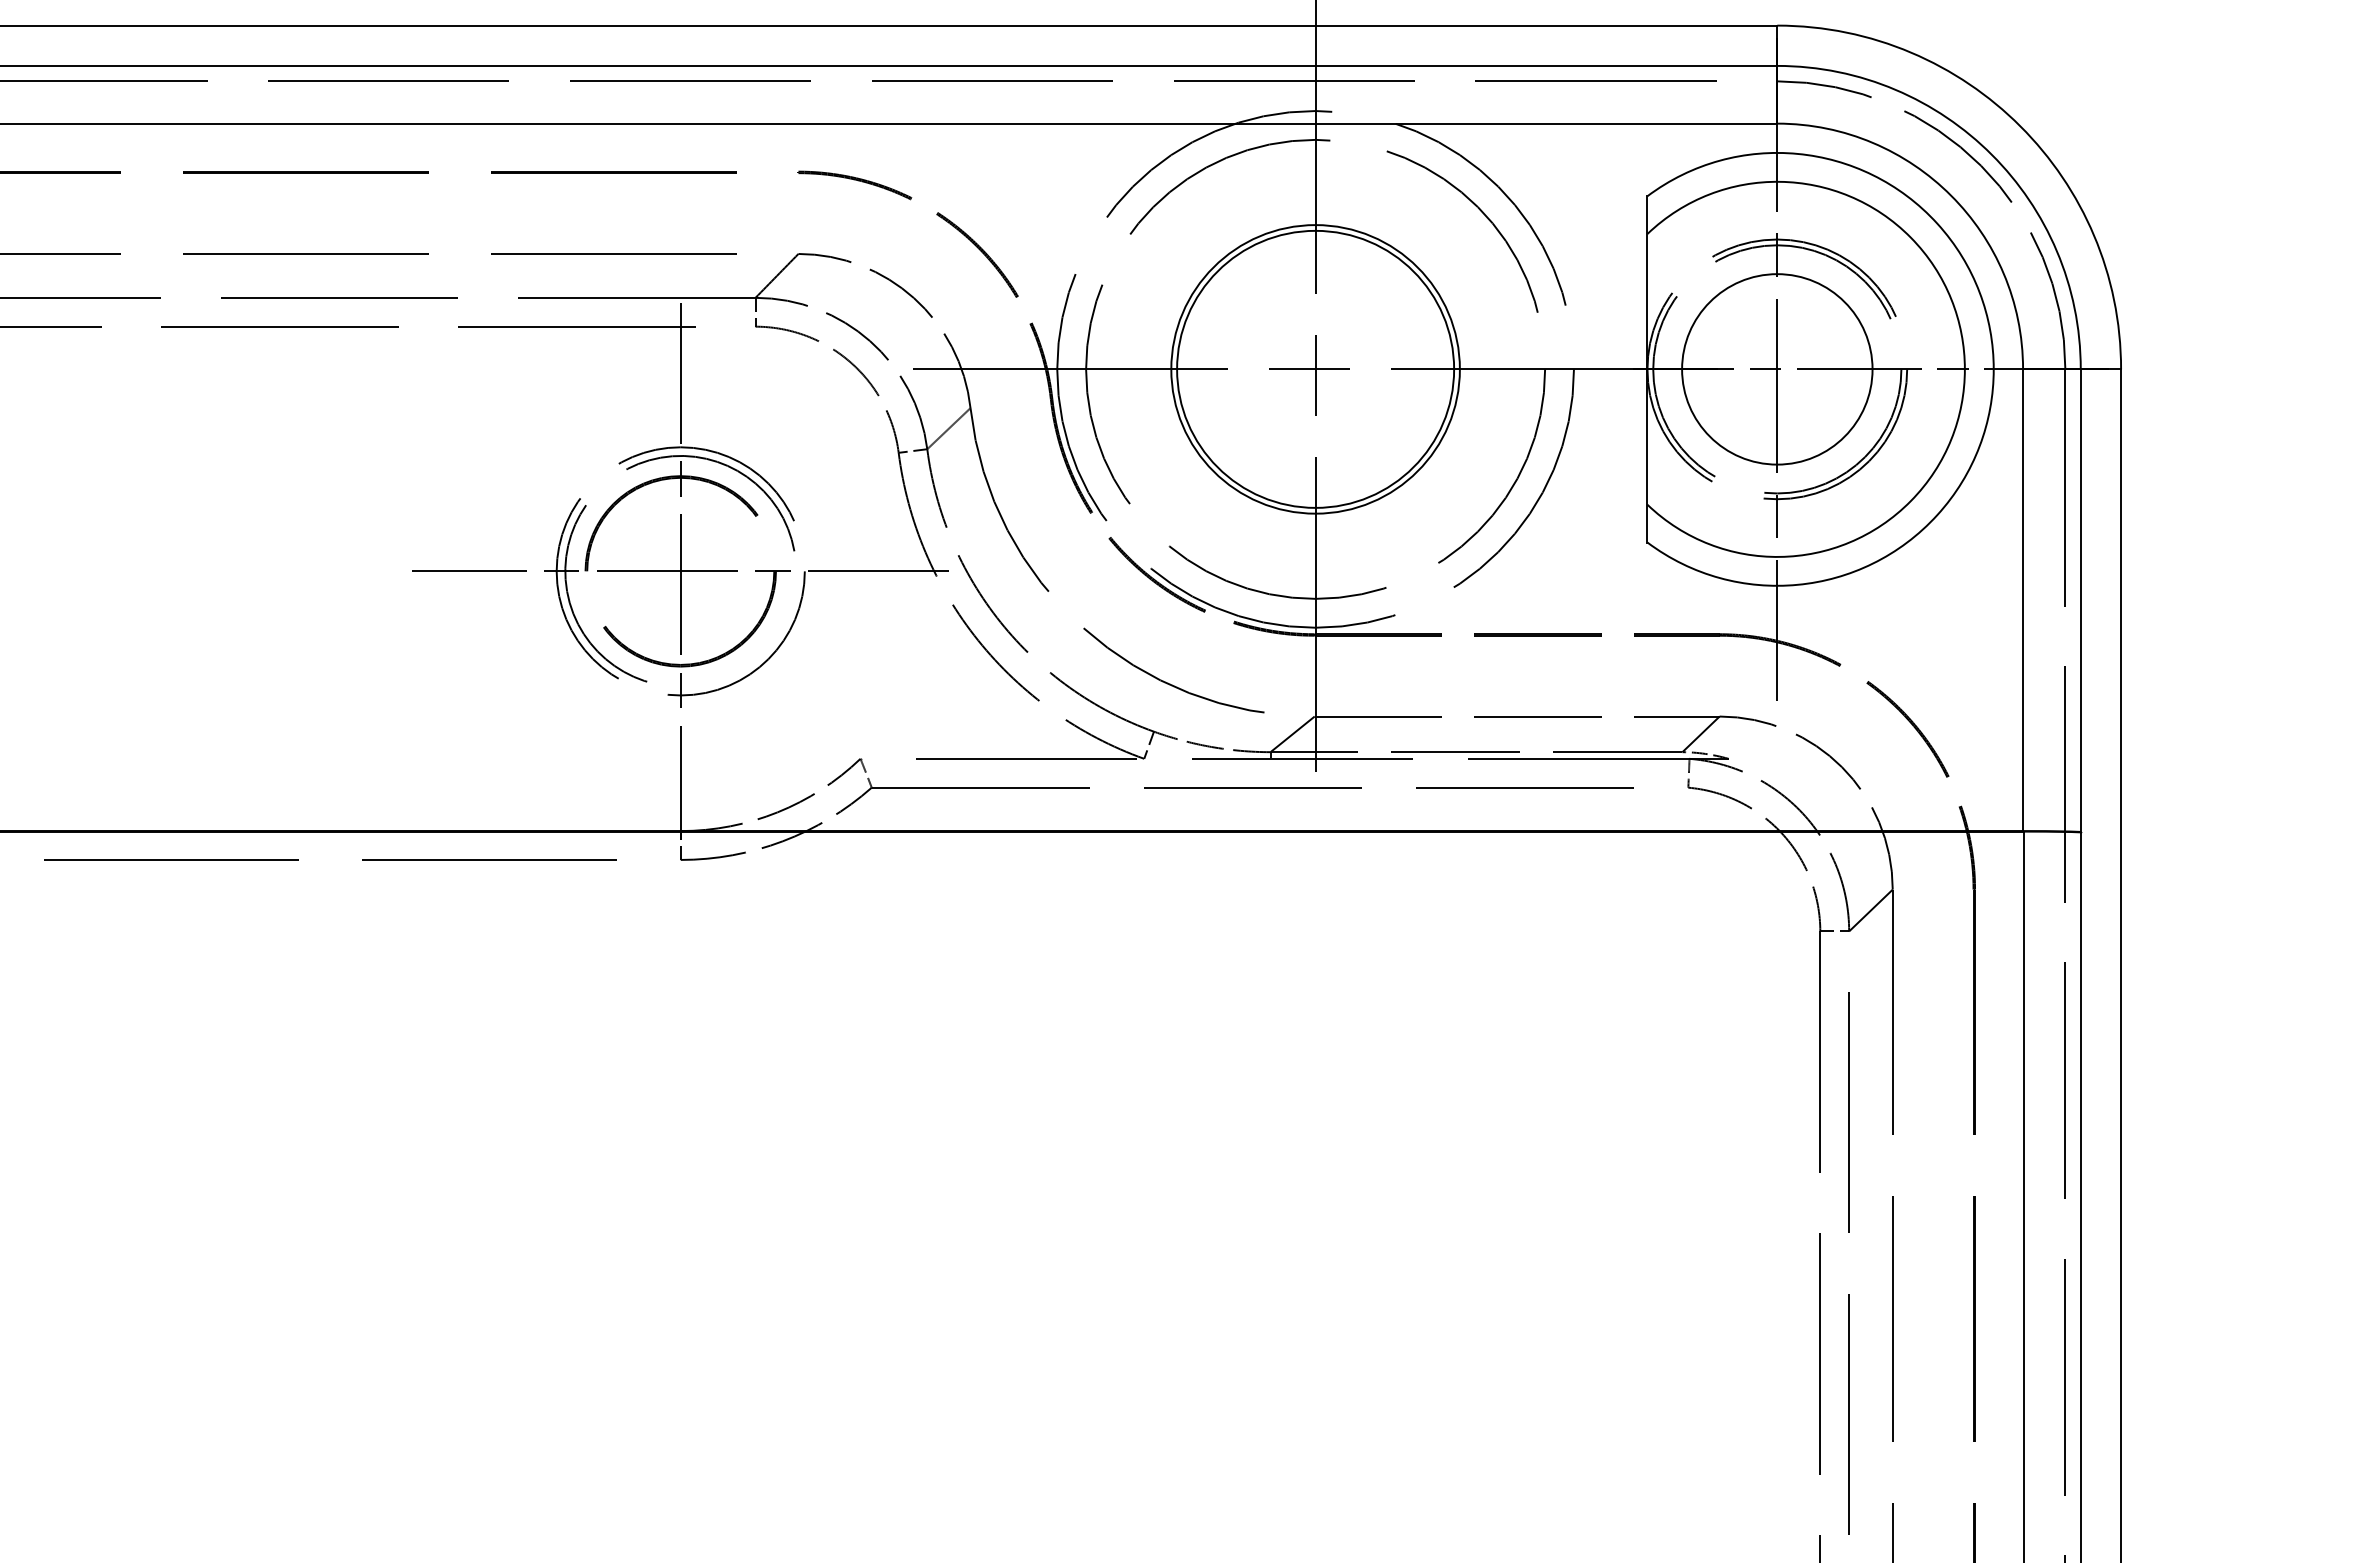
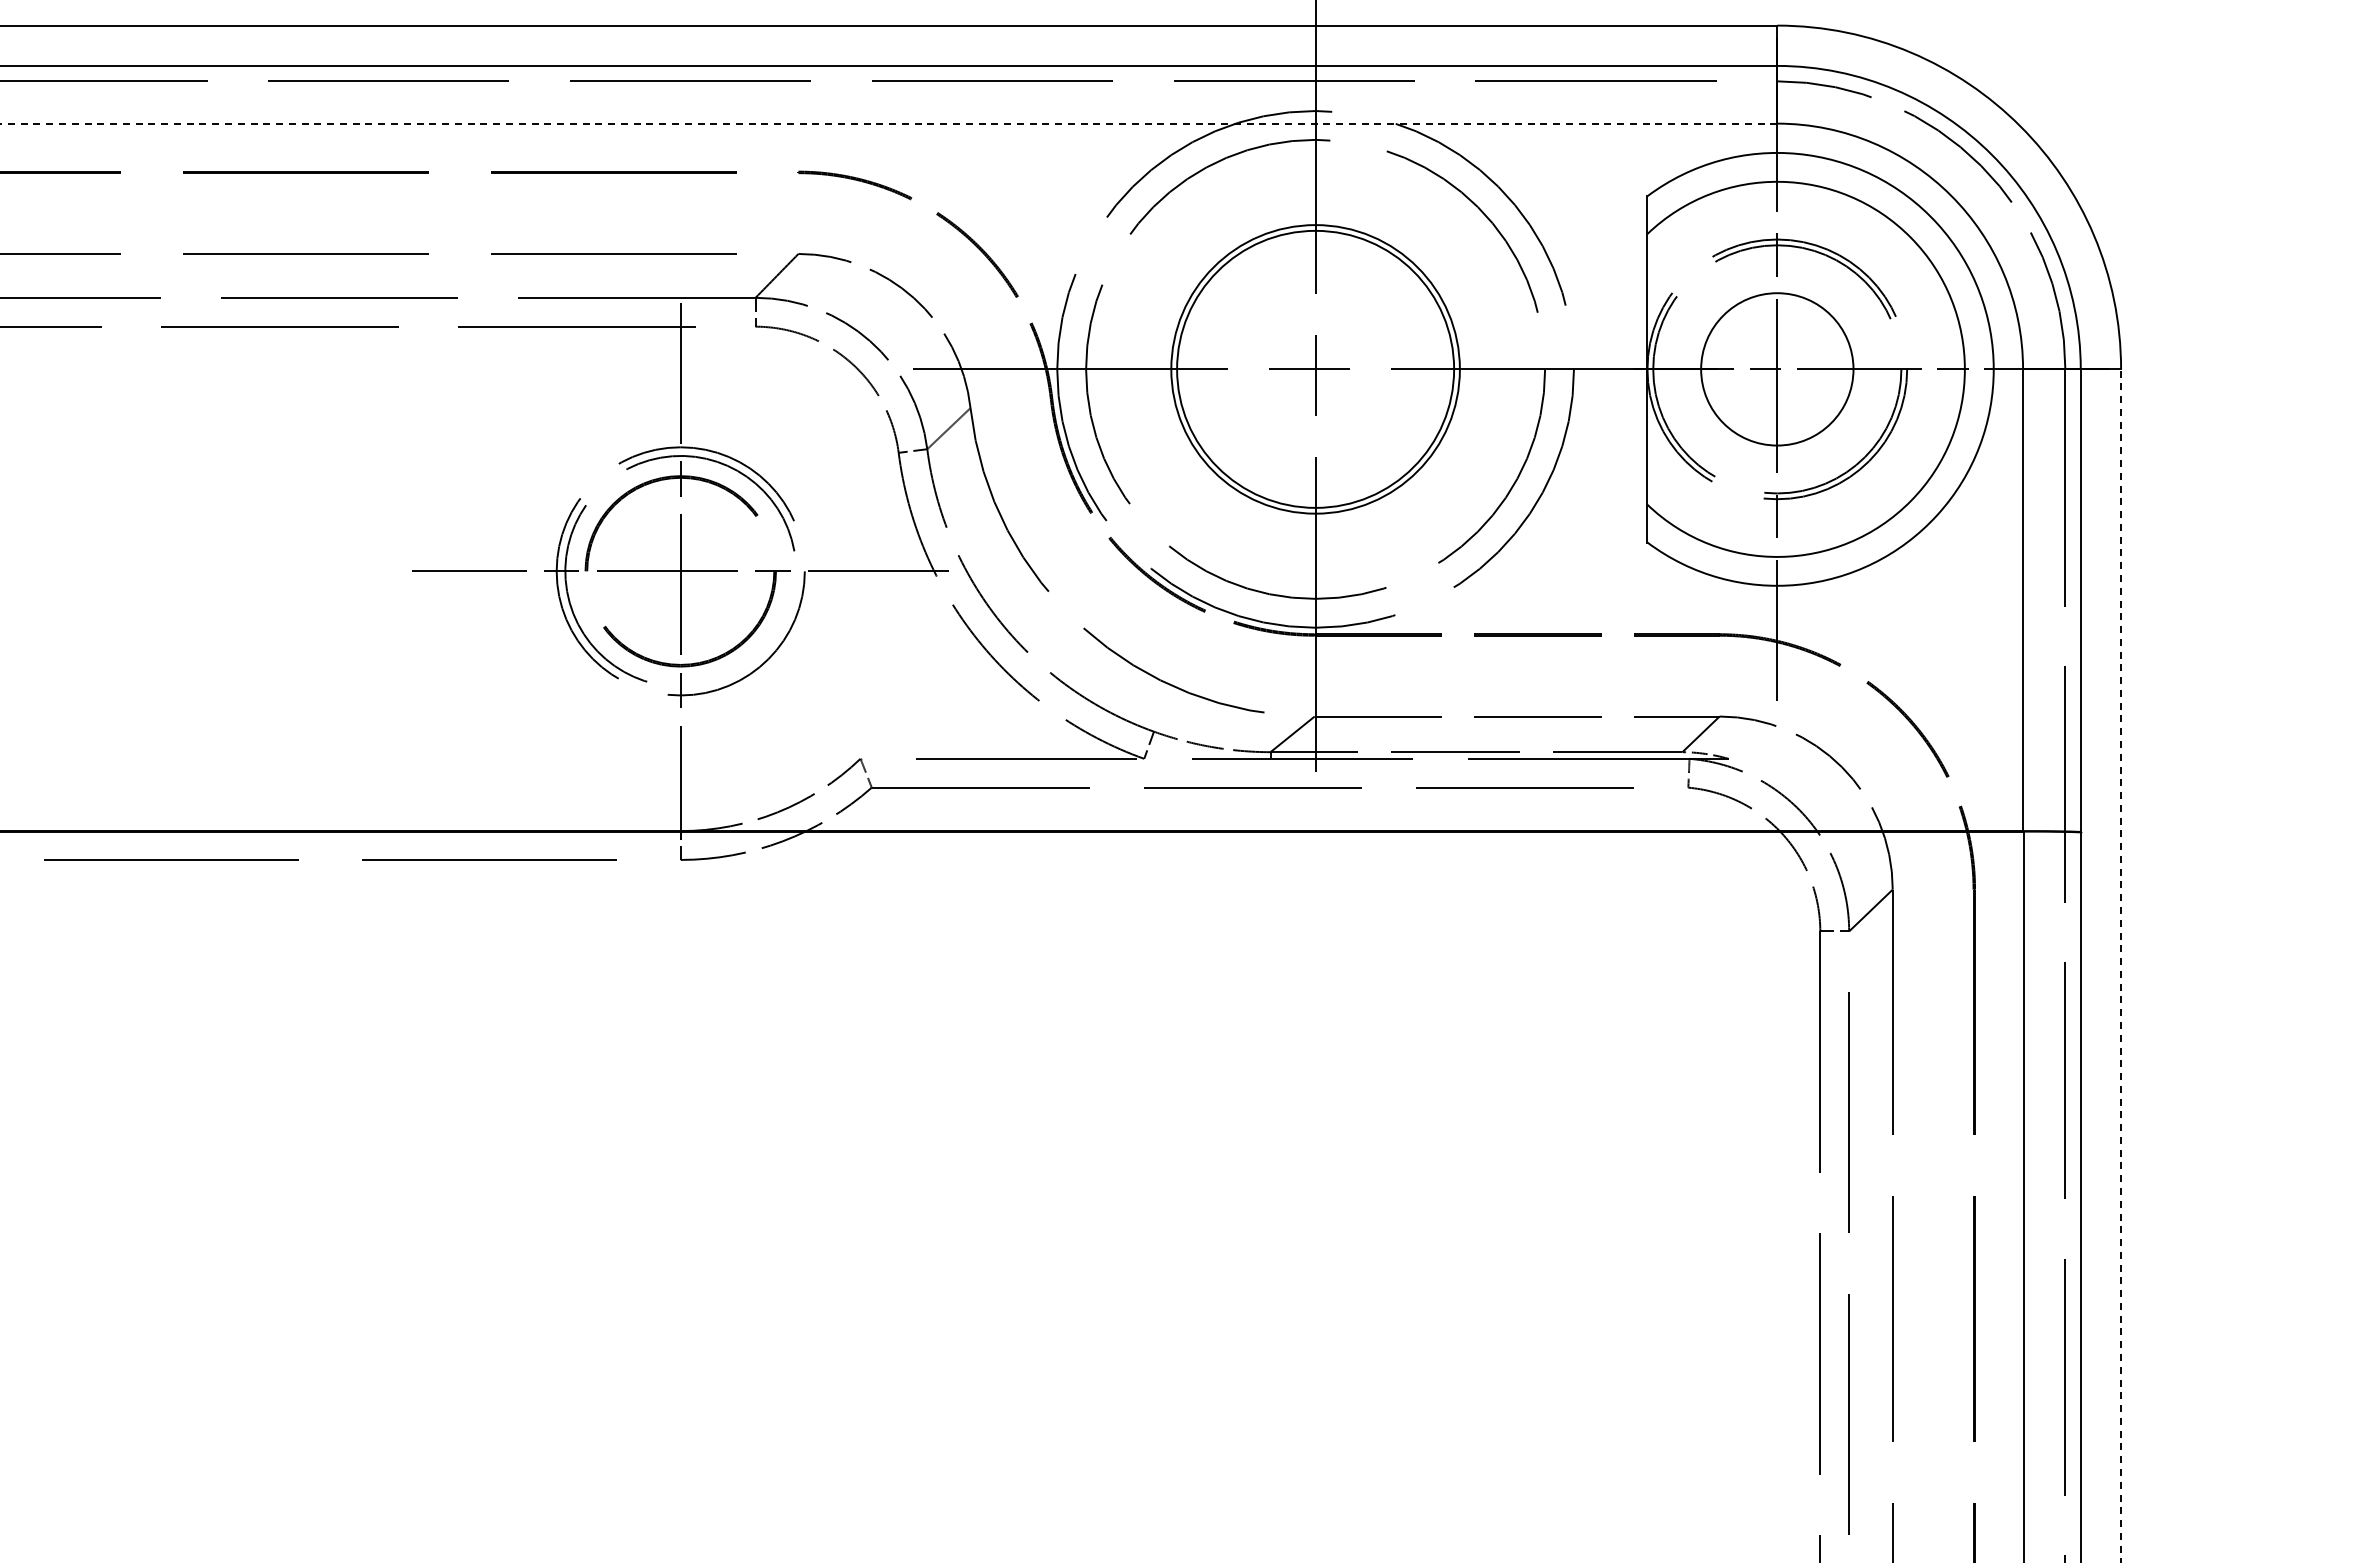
line at (888, 123): solid -> dashed
circle at (1777, 369) diameter: 190 px -> 152 px
line at (2121, 965): solid -> dashed
